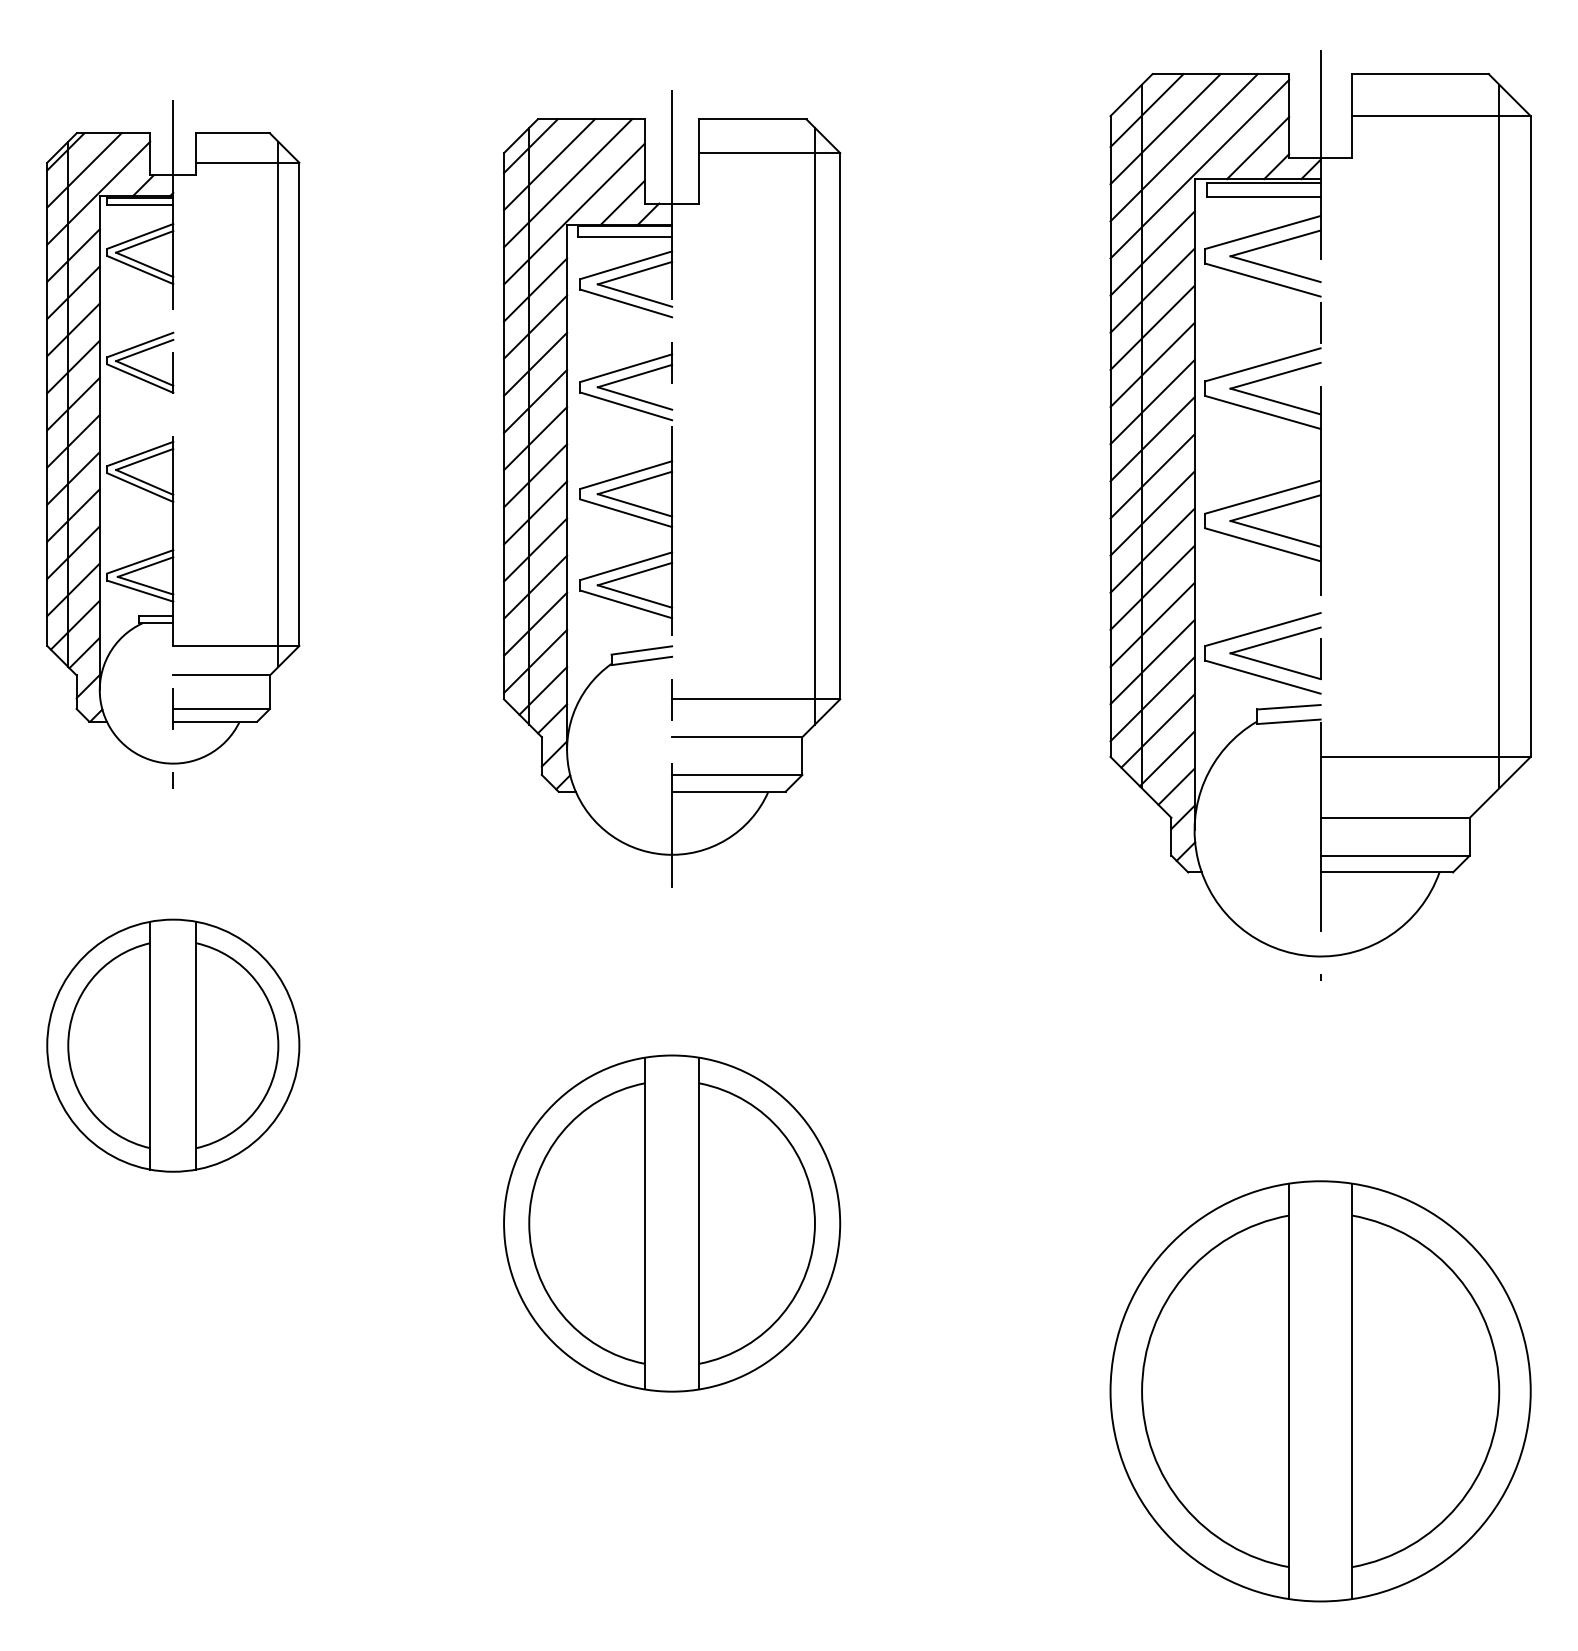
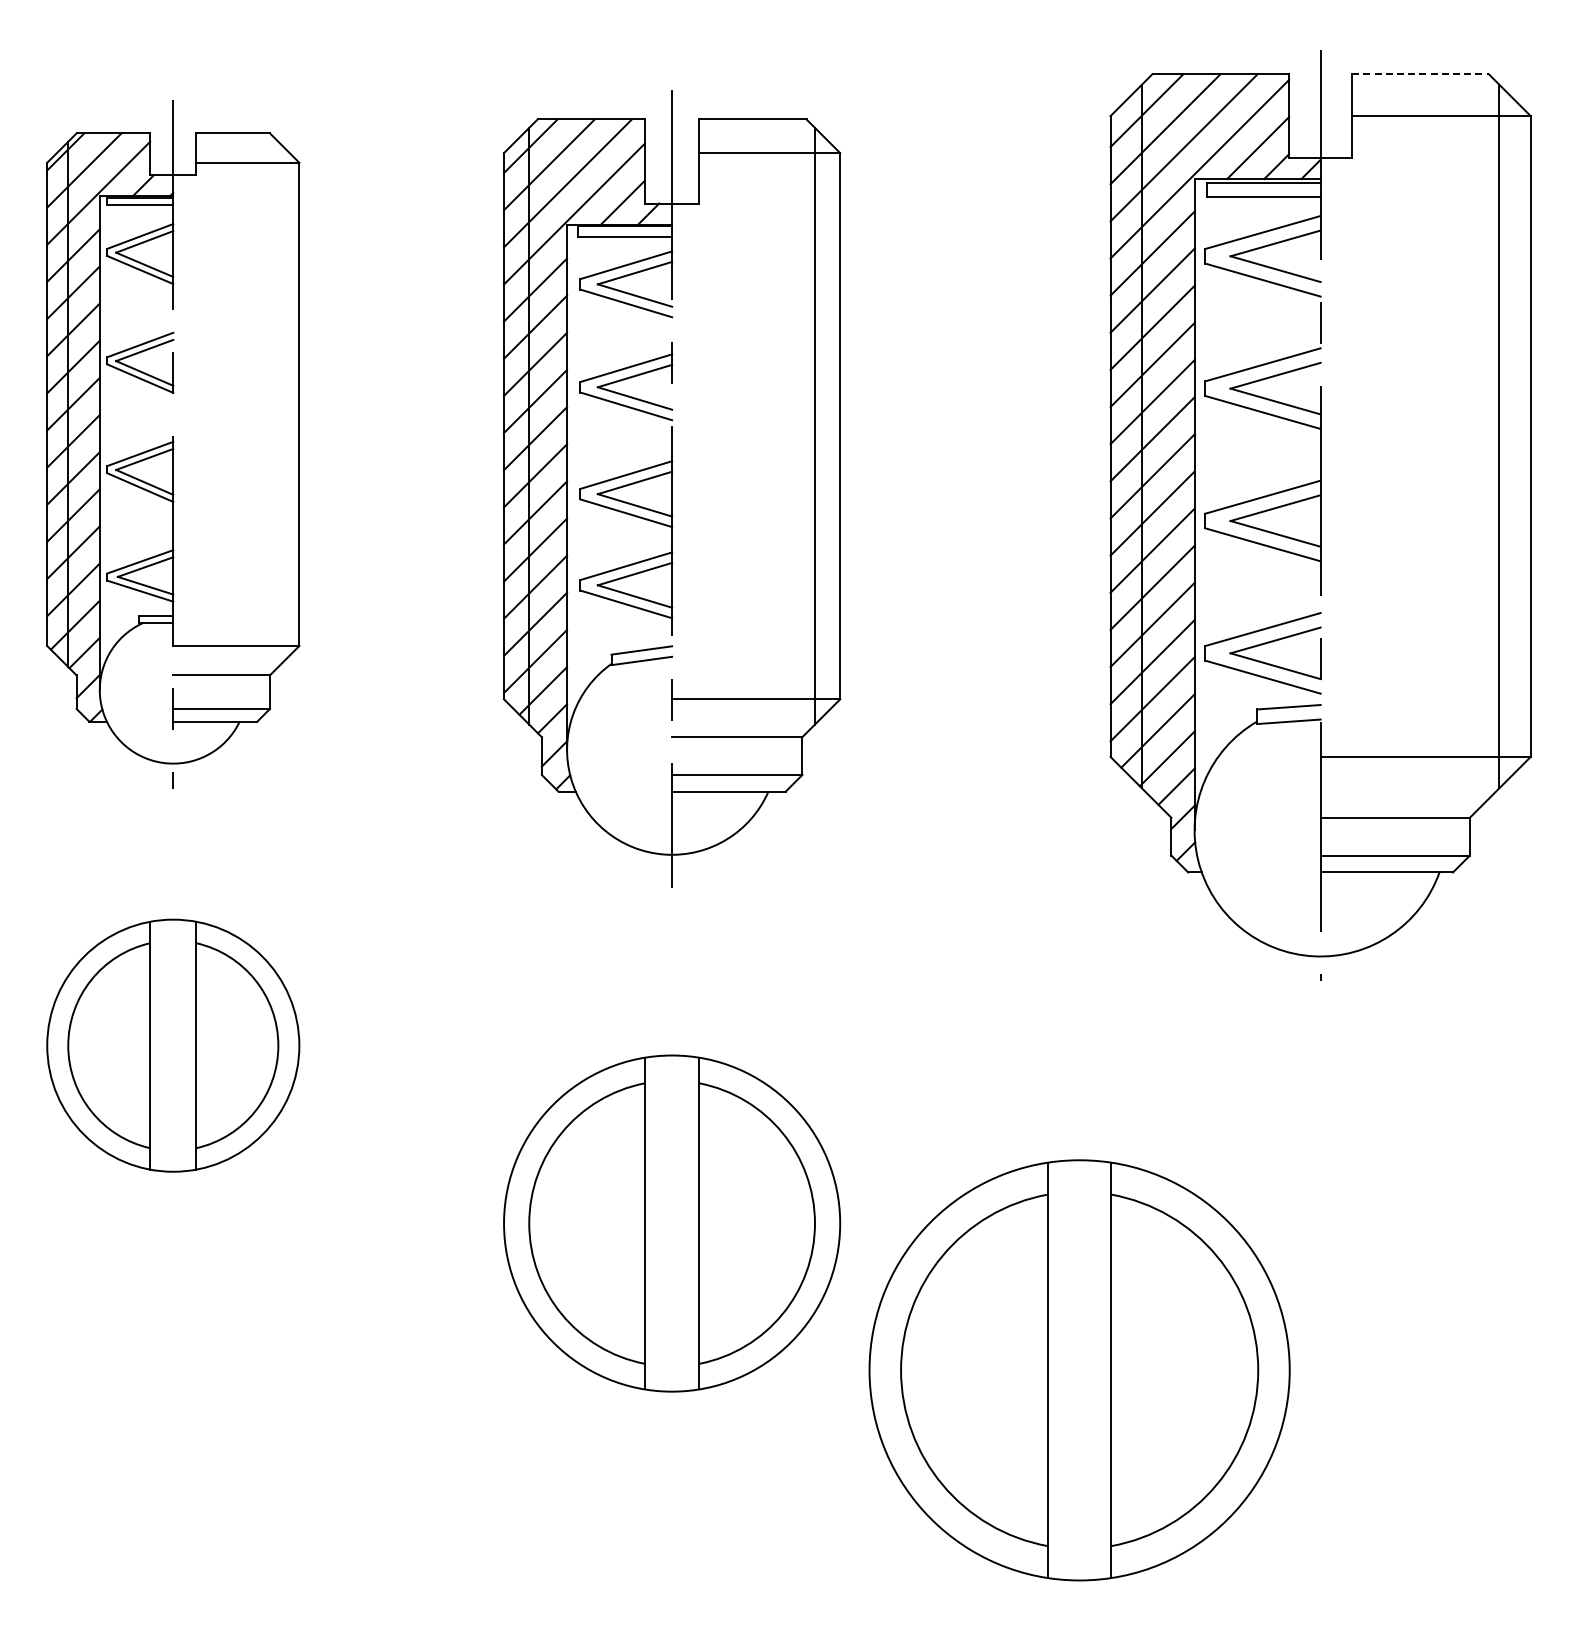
line at (1420, 74): solid -> dashed
line at (278, 404): present -> none
part at (1320, 1391) position: (1320, 1391) -> (1079, 1370)
